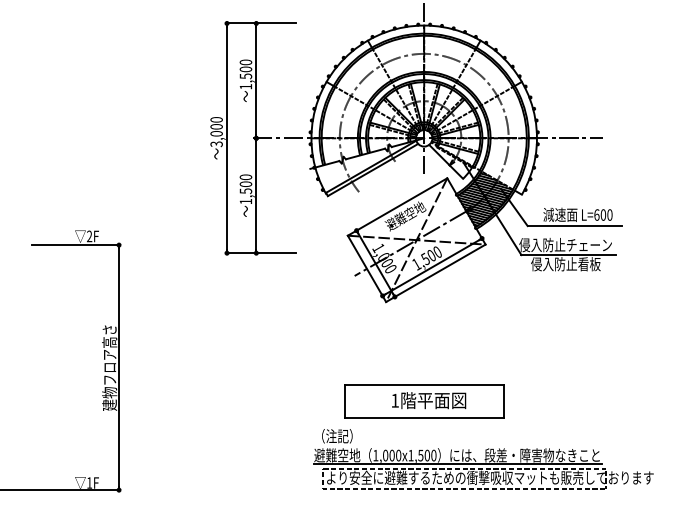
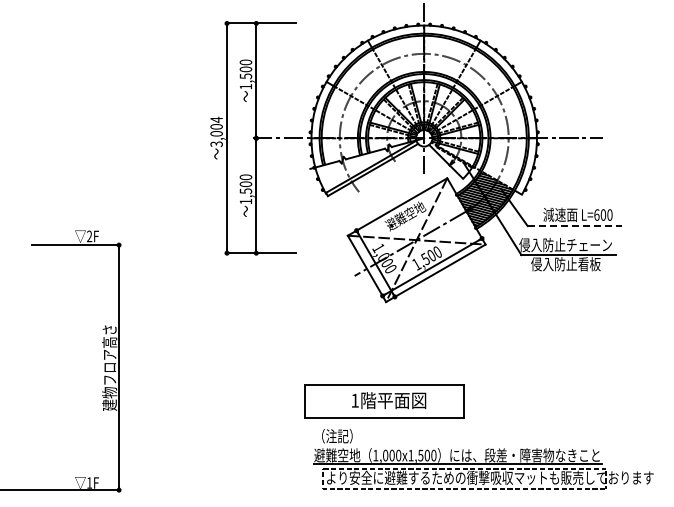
text at (216, 119): 3,000 -> 3,004
line at (575, 226): solid -> dashed
part at (424, 401) position: (424, 401) -> (384, 401)
